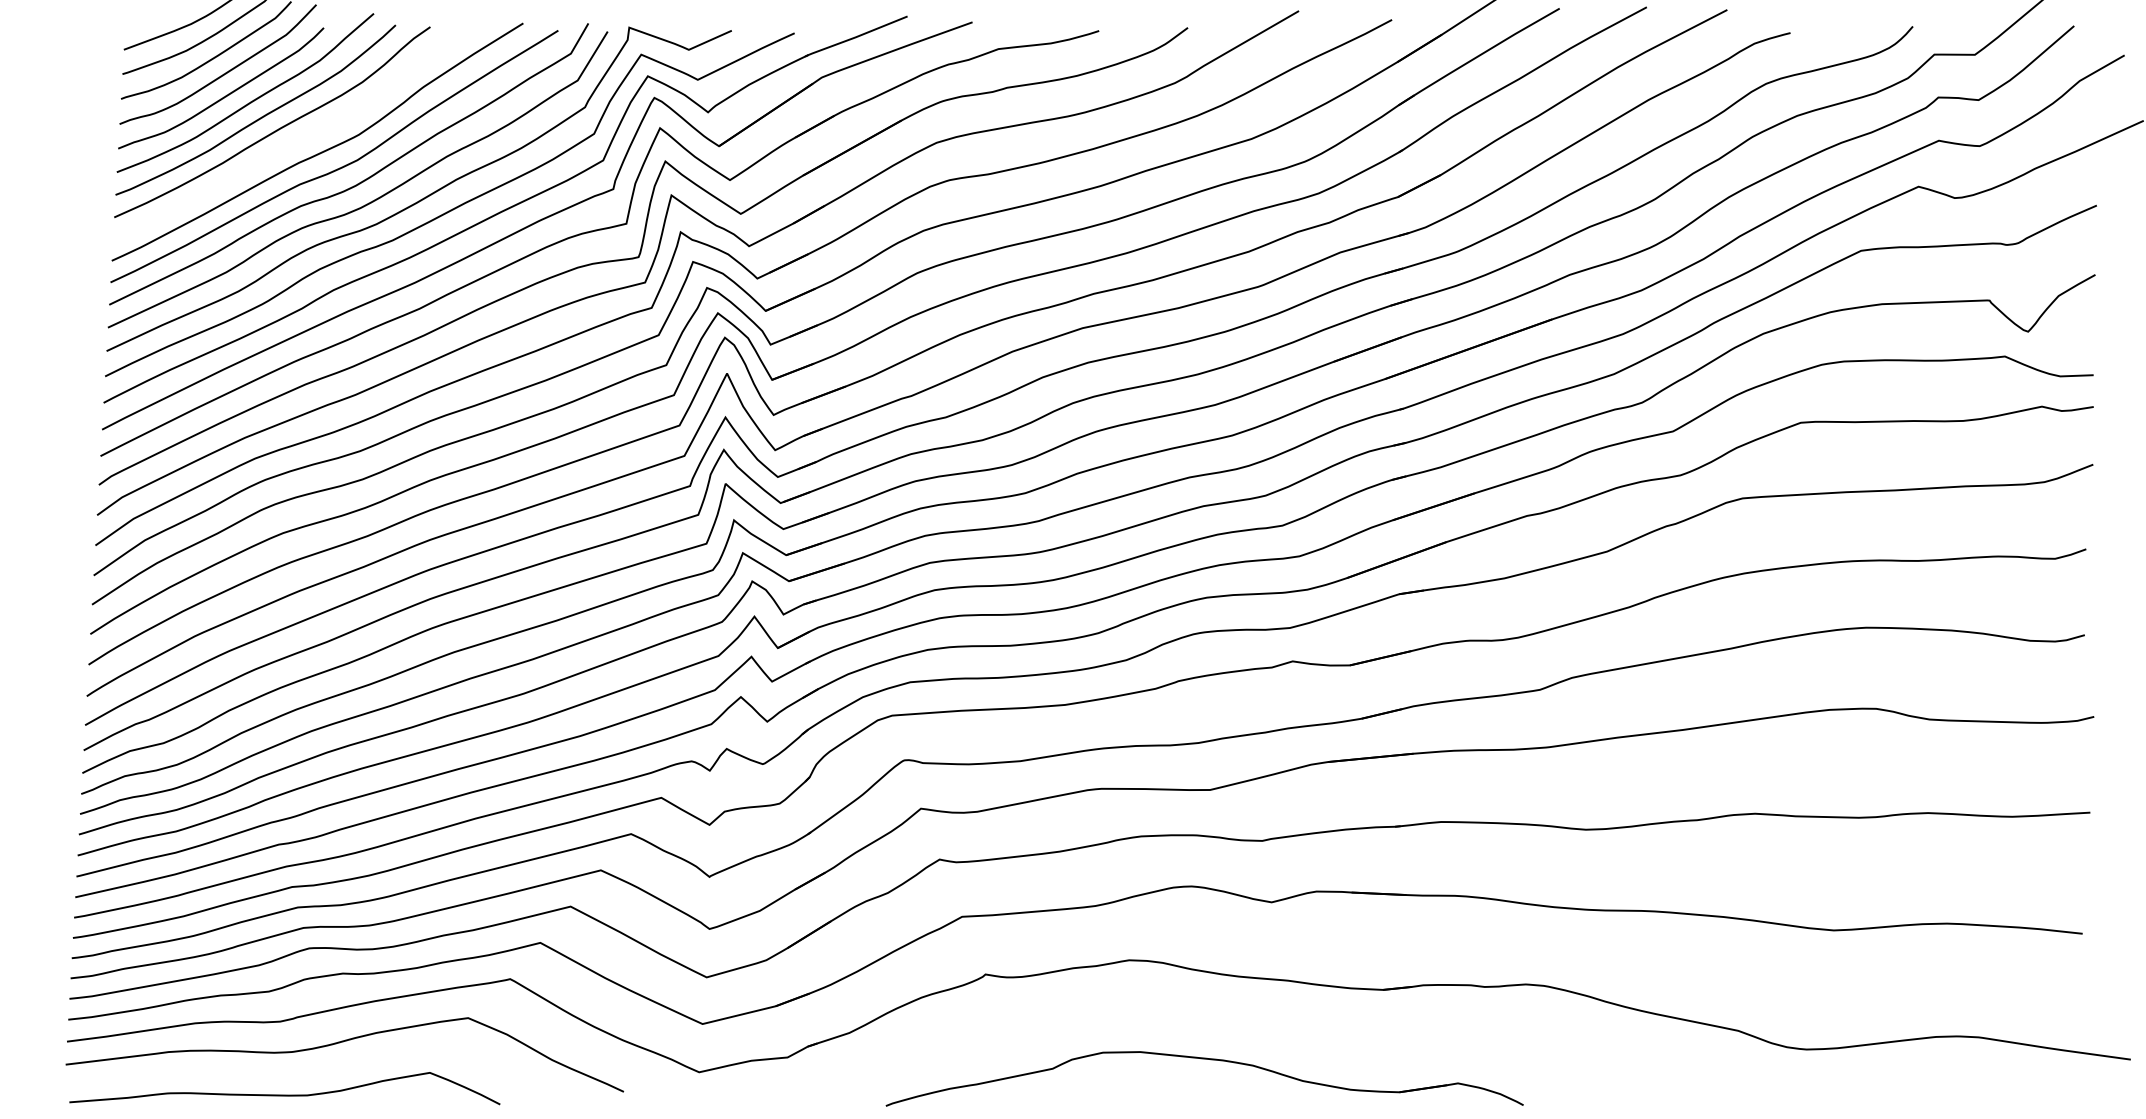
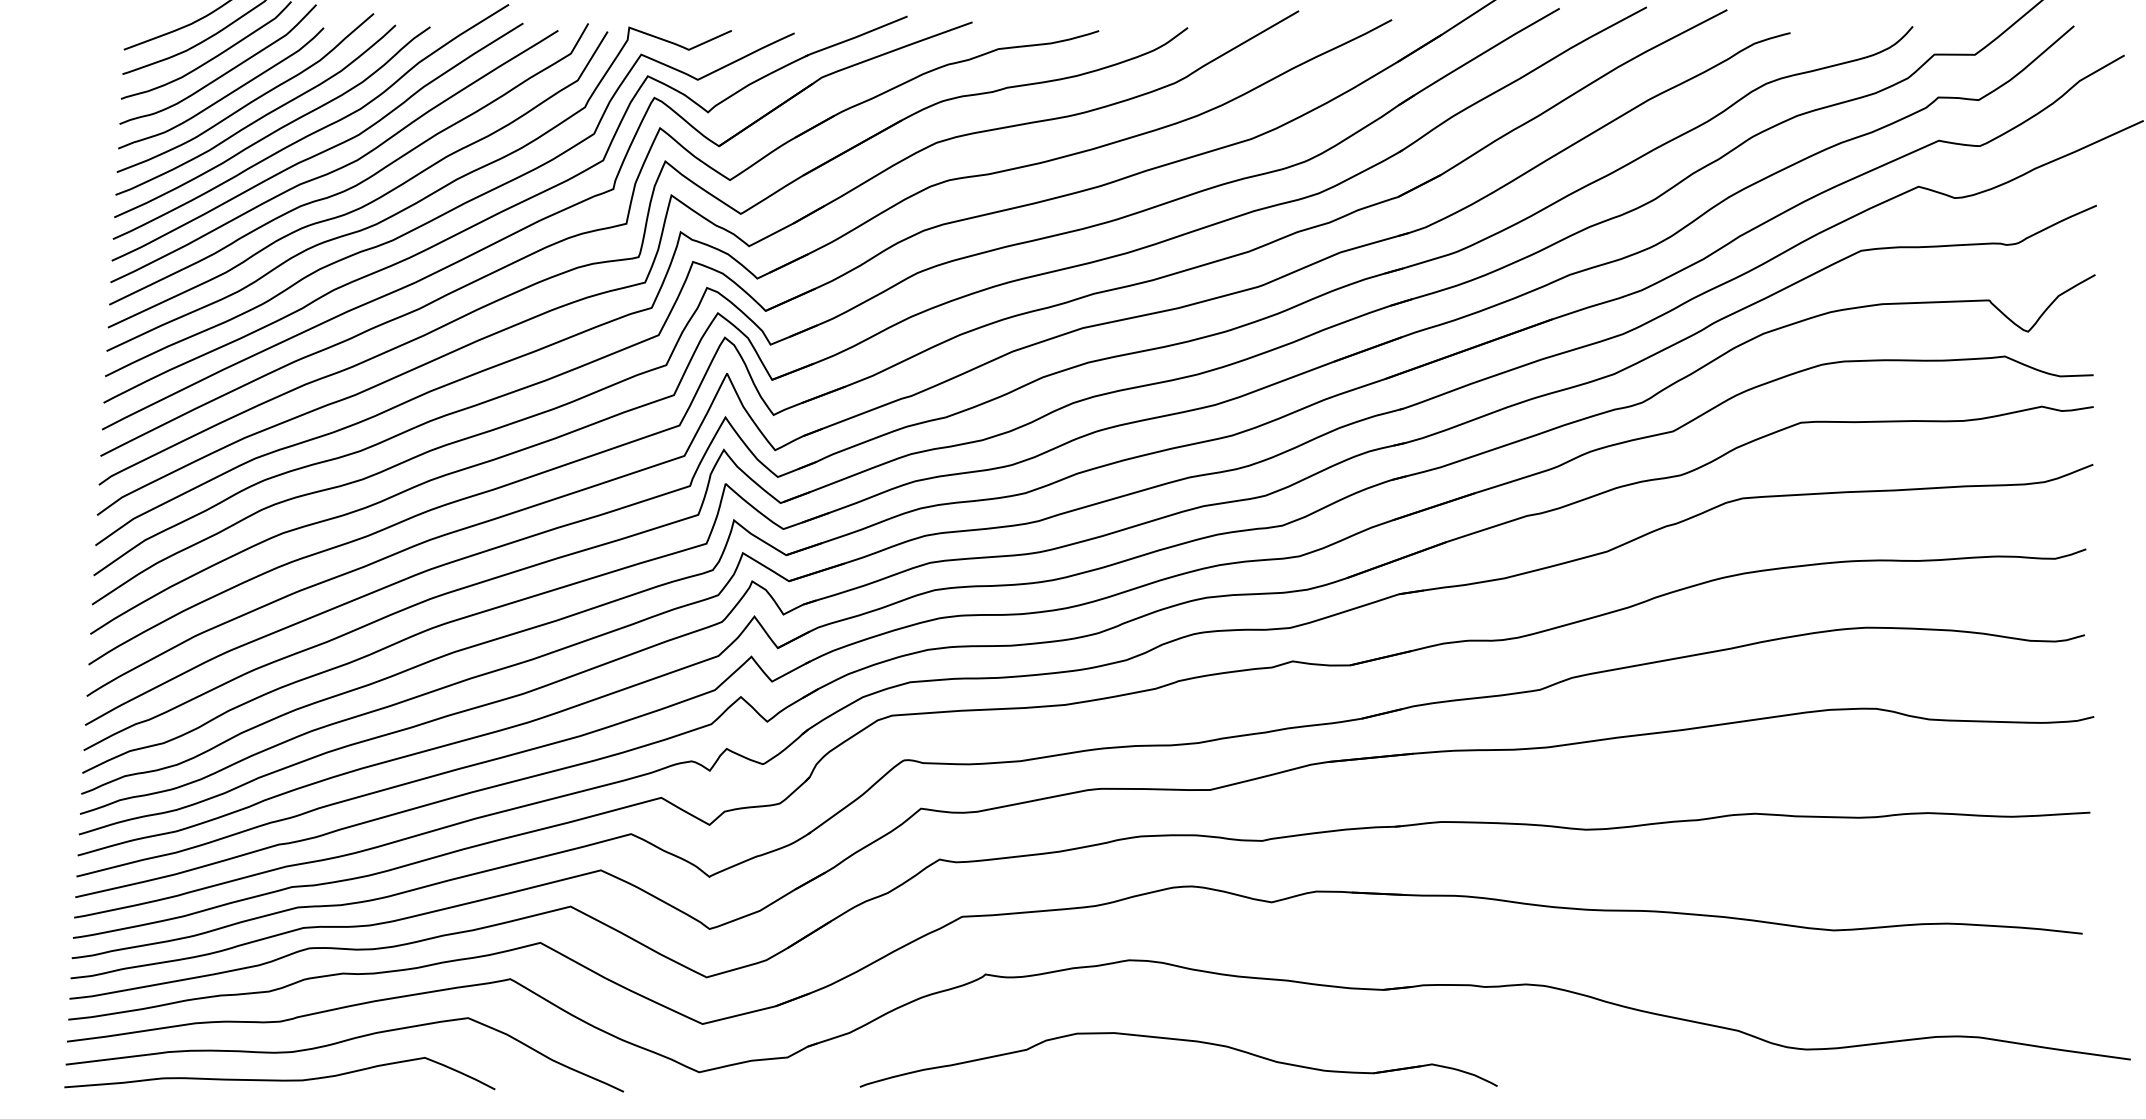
curve at (314, 131): none -> present
part at (1210, 1060) position: (1210, 1060) -> (1184, 1041)
curve at (284, 1094) position: (284, 1094) -> (279, 1079)
